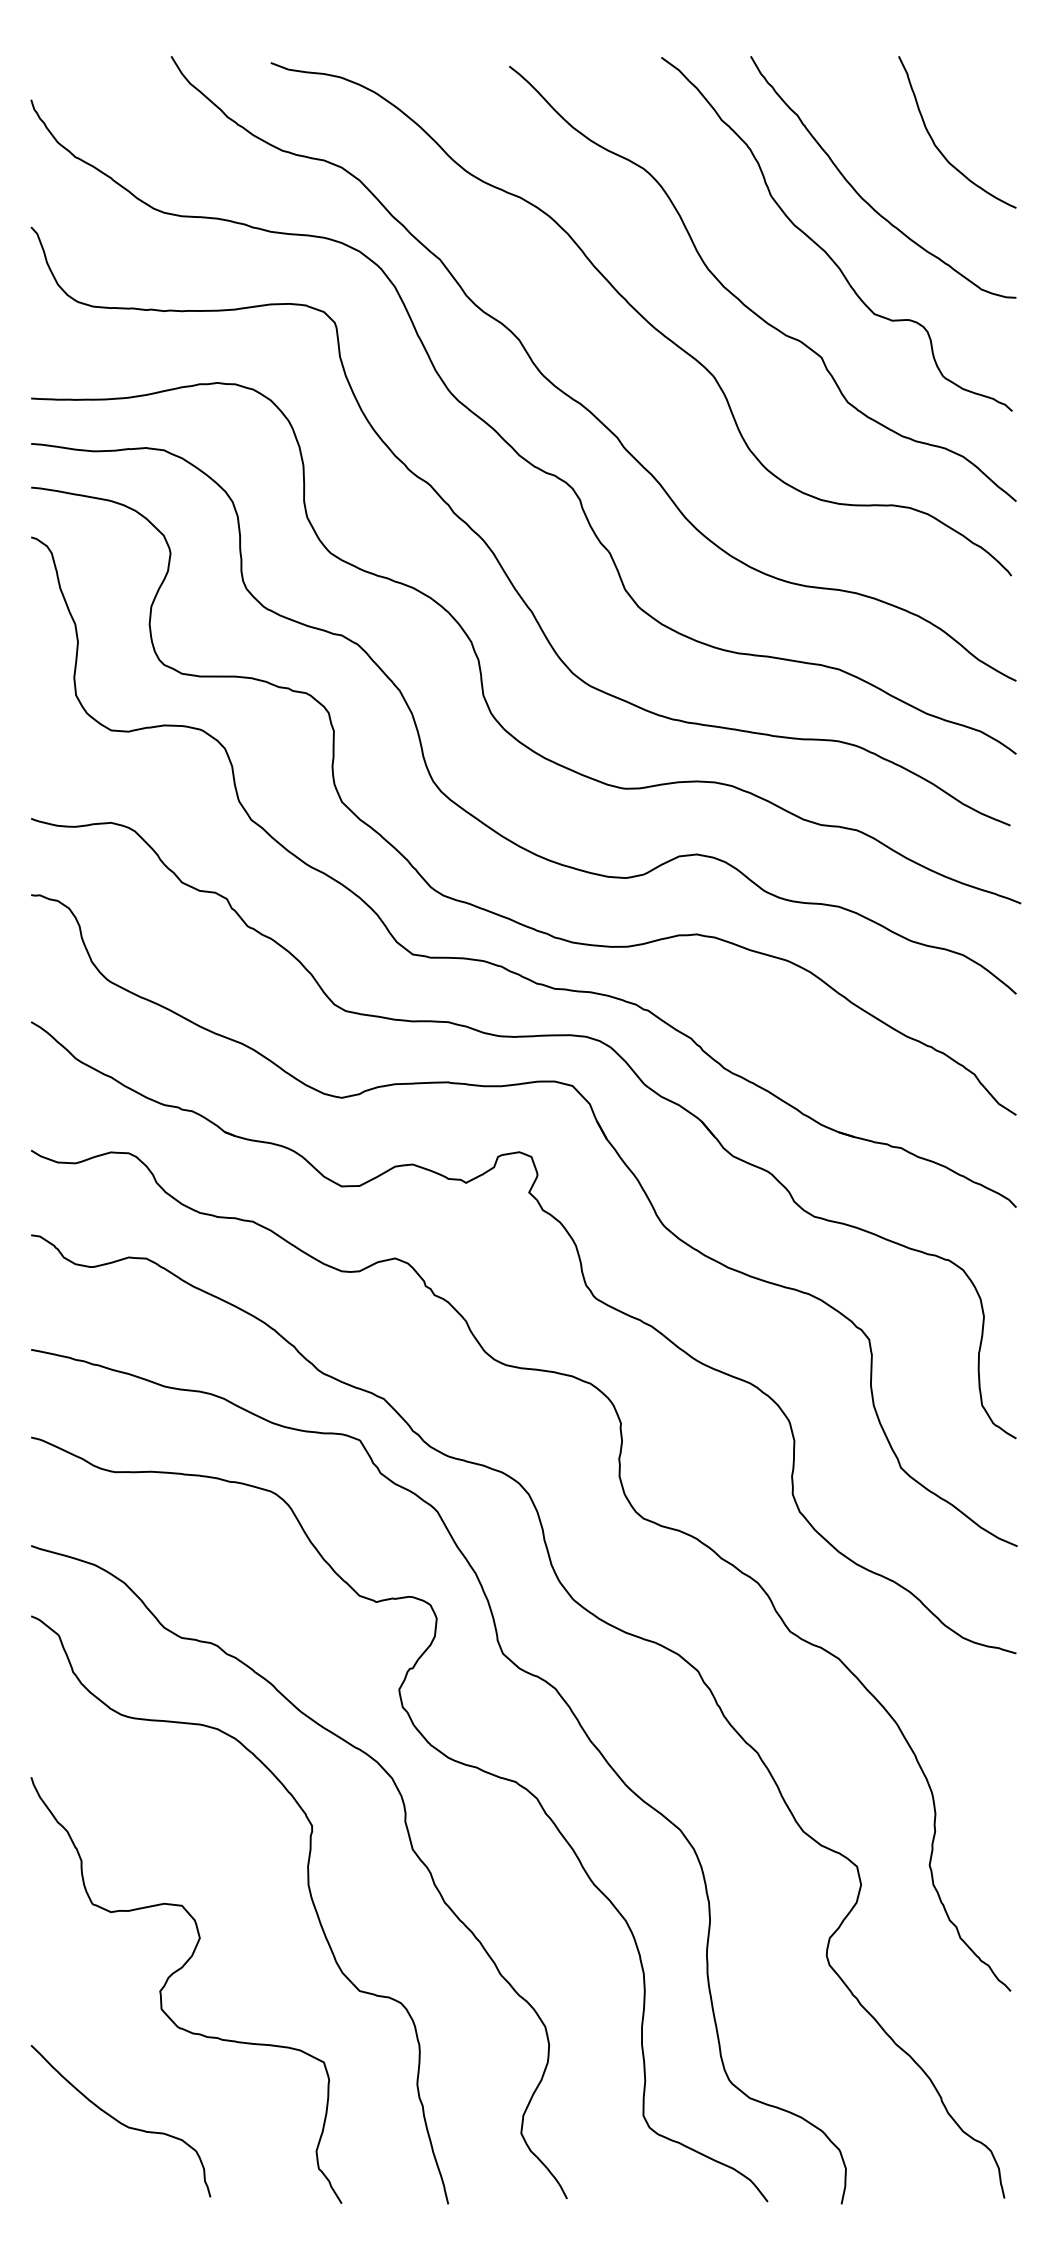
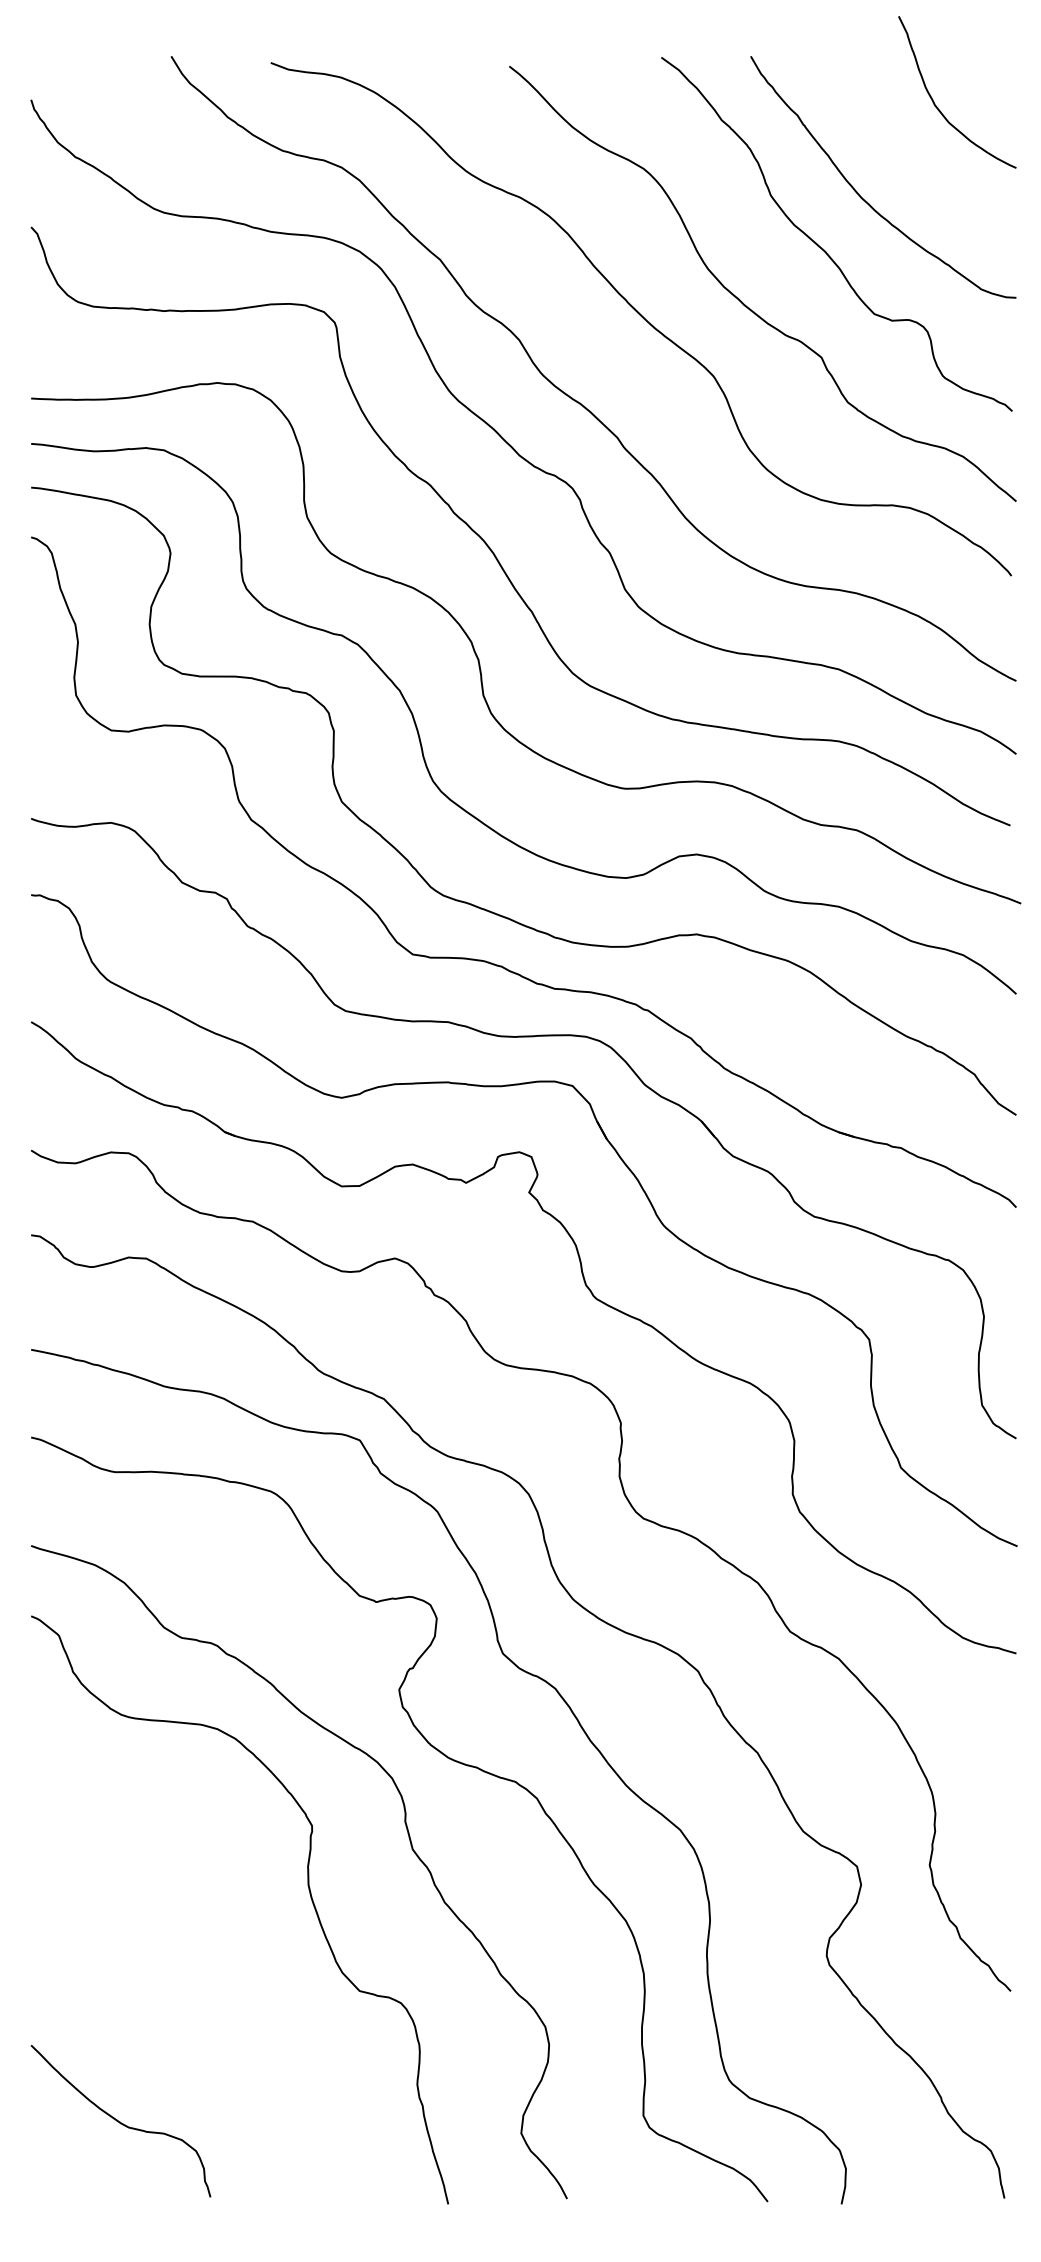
curve at (937, 146) position: (937, 146) -> (937, 106)
curve at (172, 1975): present -> none
